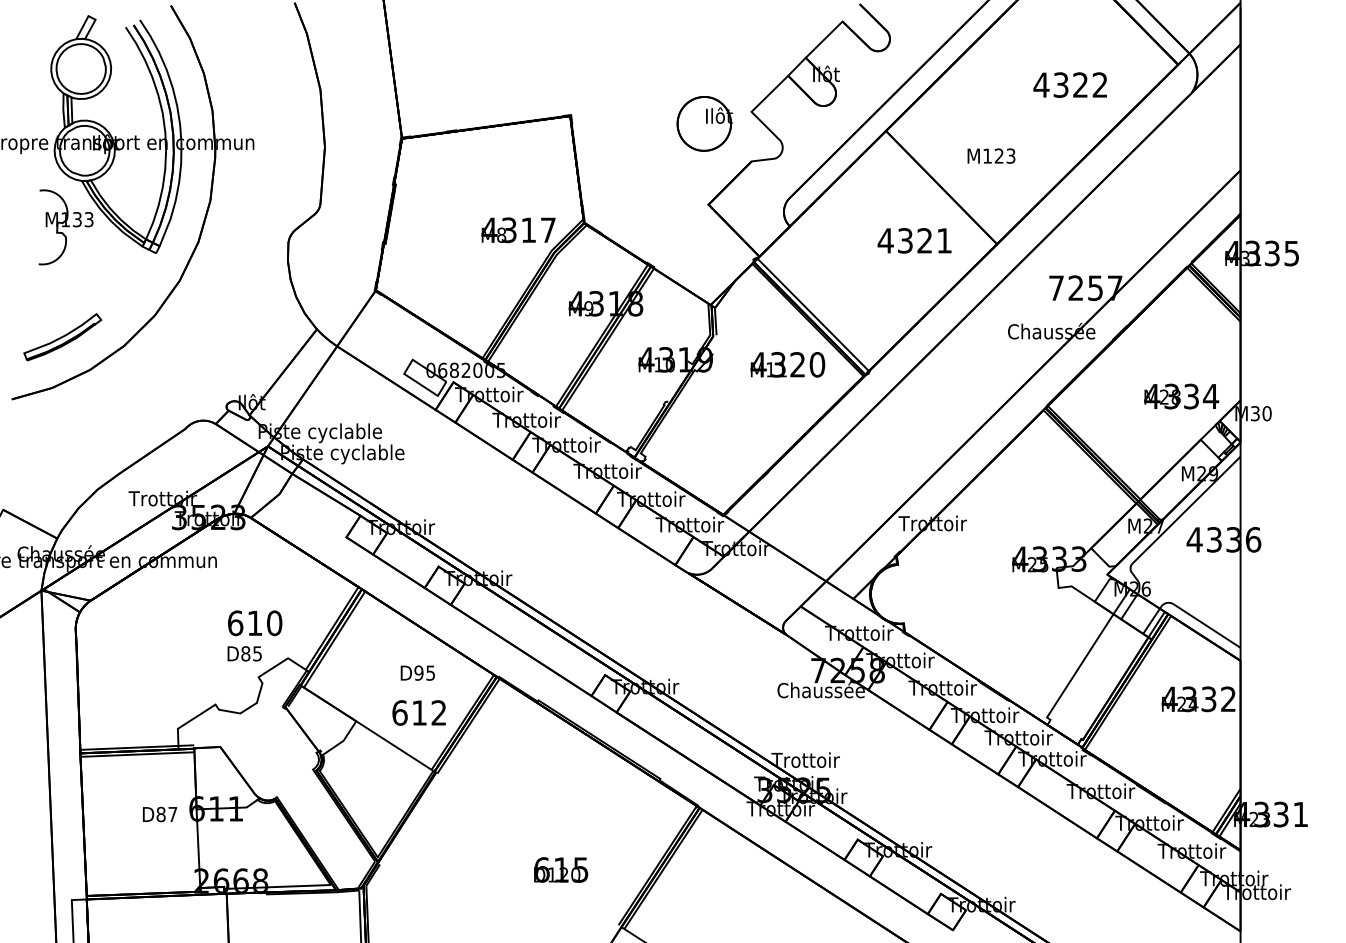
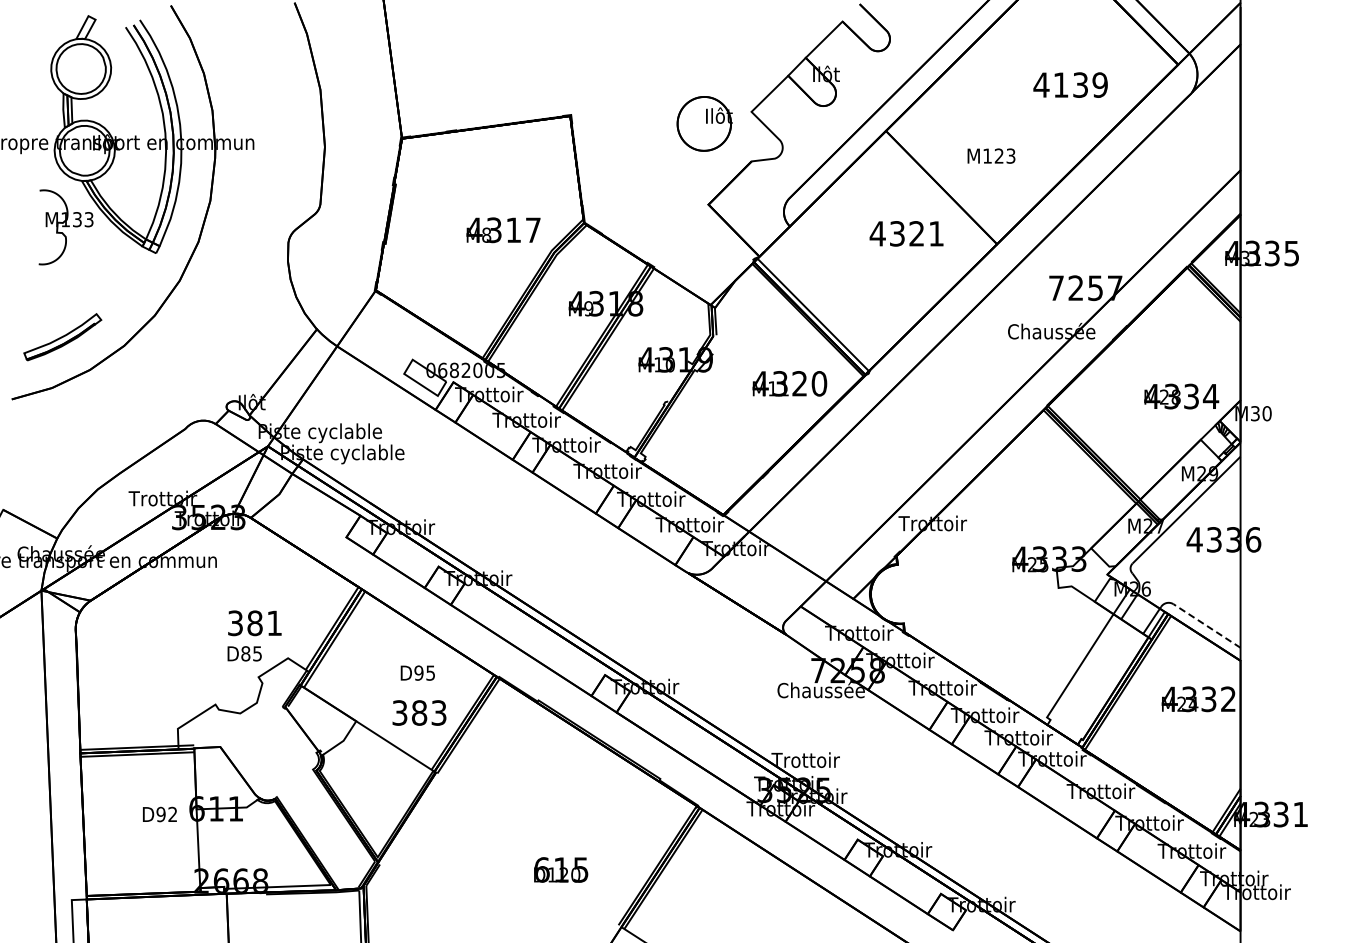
text at (1080, 84): 4322 -> 4139
text at (518, 230) position: (518, 230) -> (503, 230)
text at (914, 240) position: (914, 240) -> (906, 233)
text at (787, 364) position: (787, 364) -> (789, 383)
text at (255, 623): 610 -> 381
line at (1206, 625): solid -> dashed
text at (419, 712): 612 -> 383
text at (166, 814): D87 -> D92
